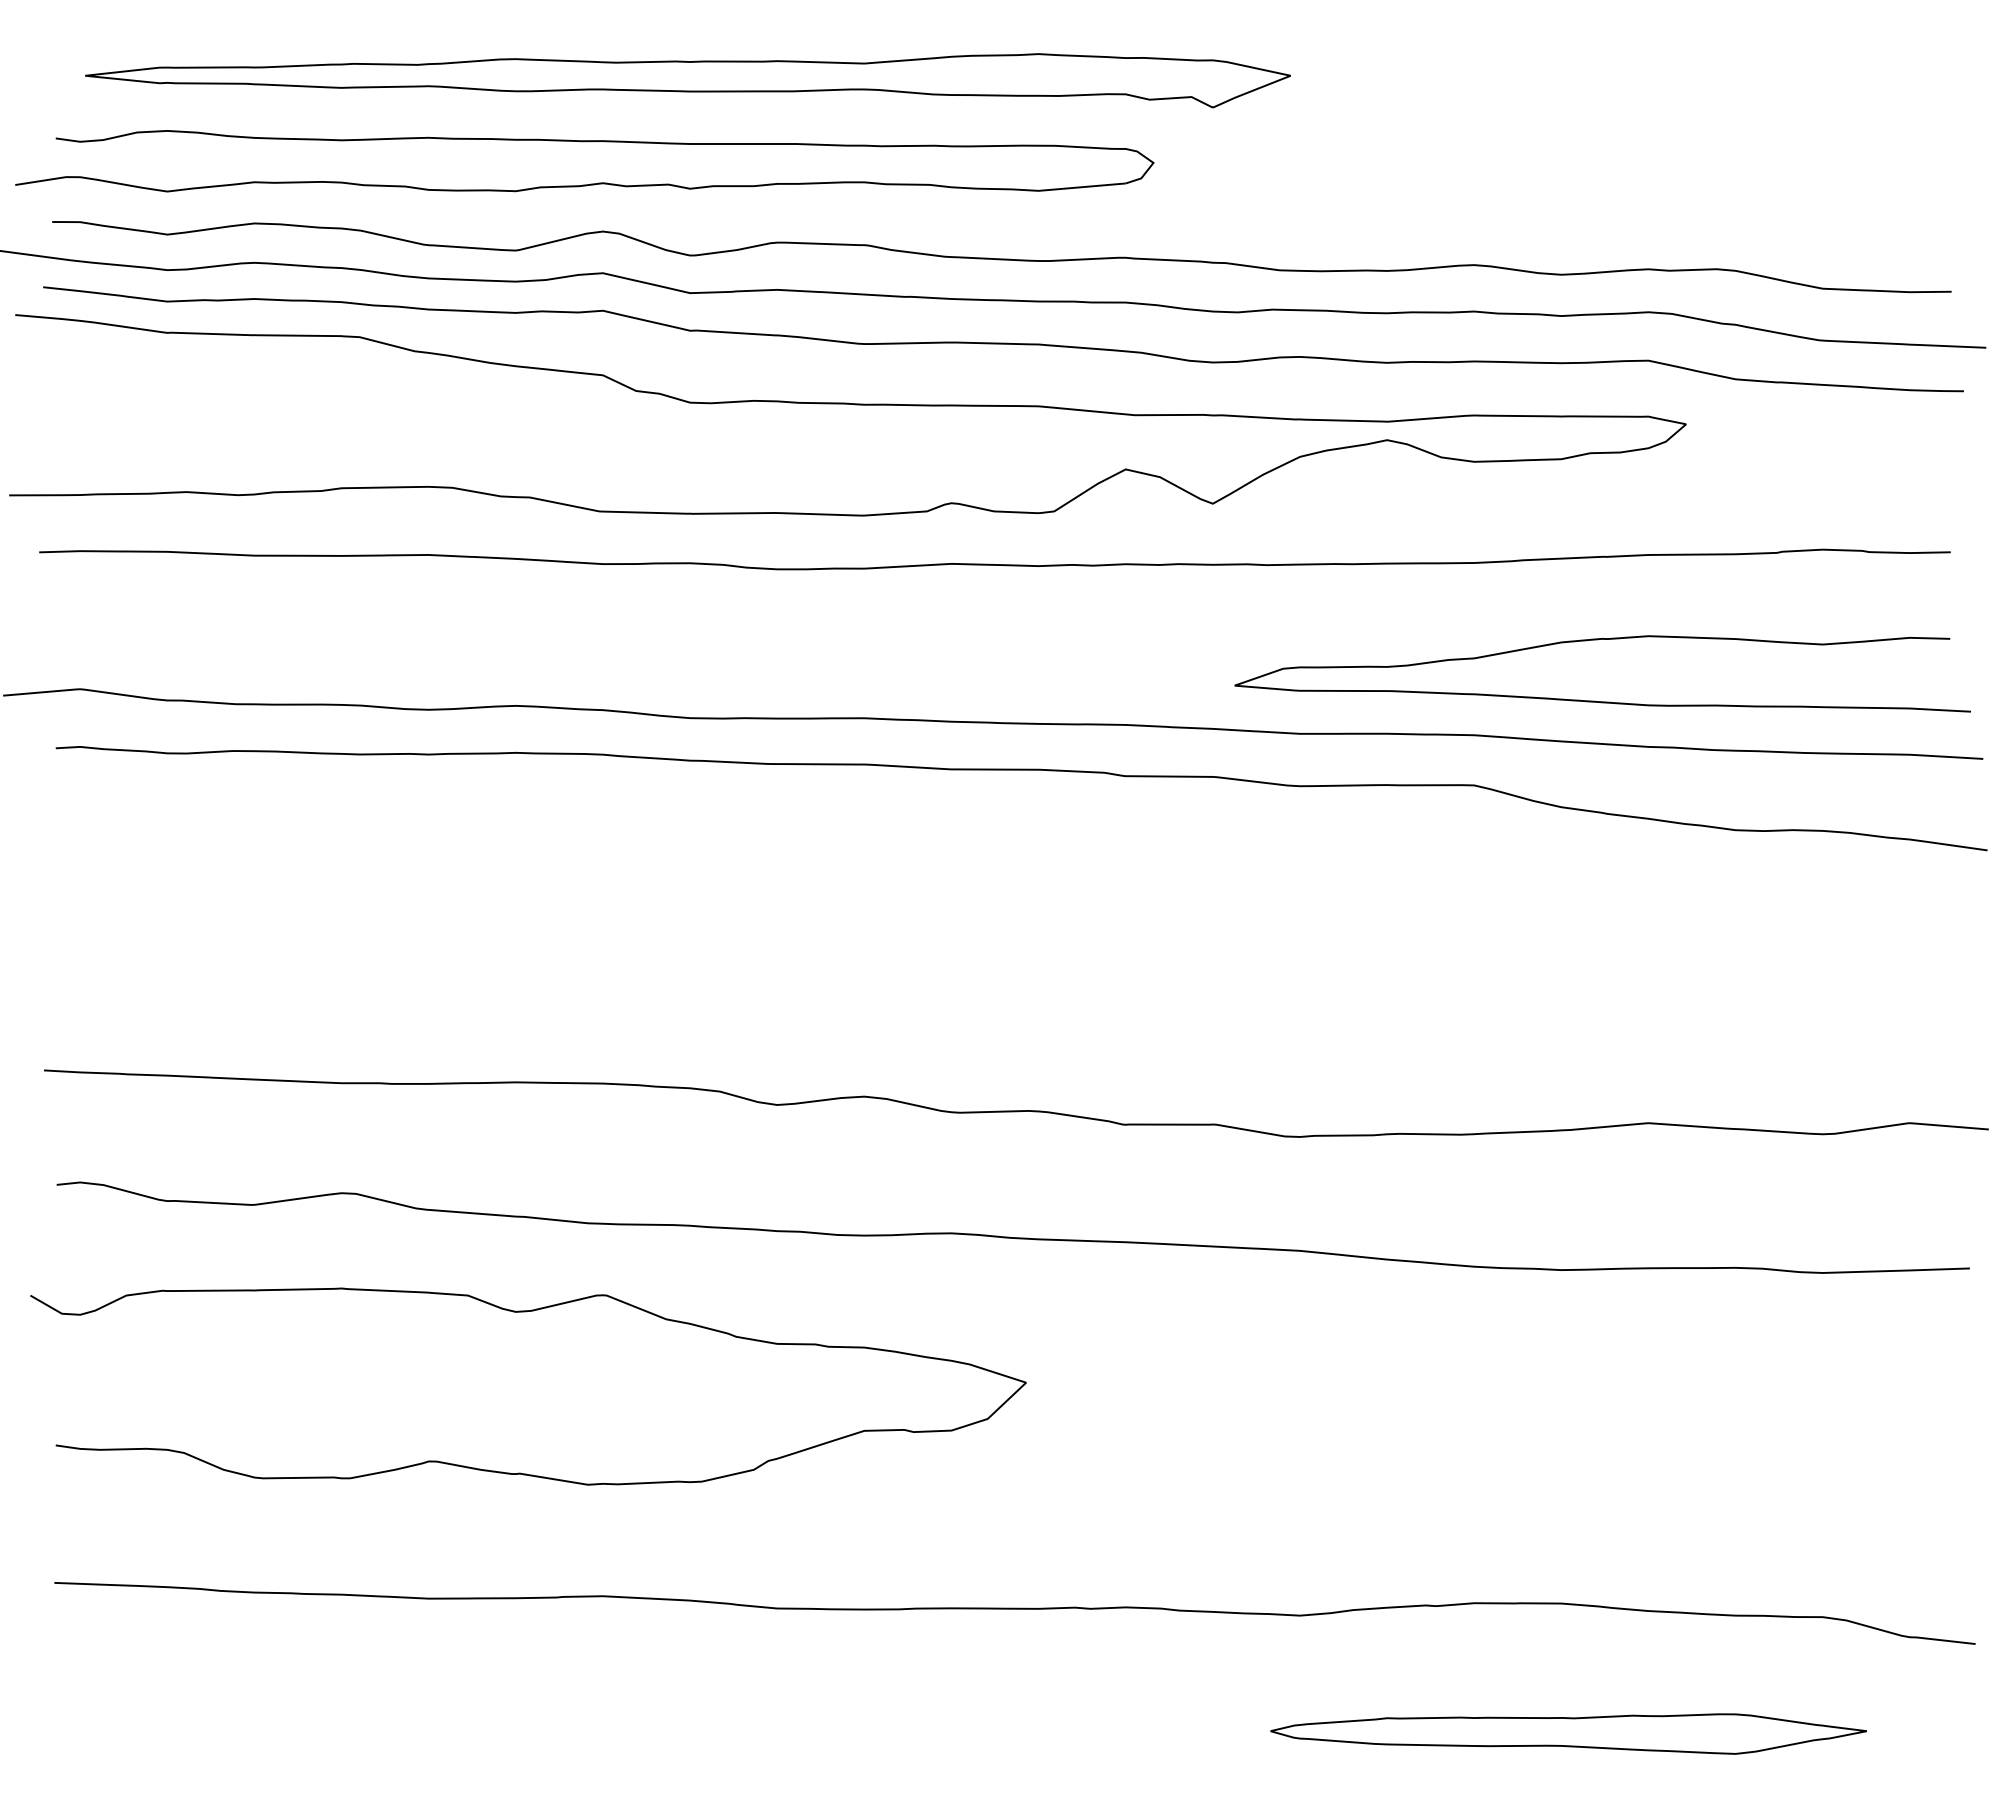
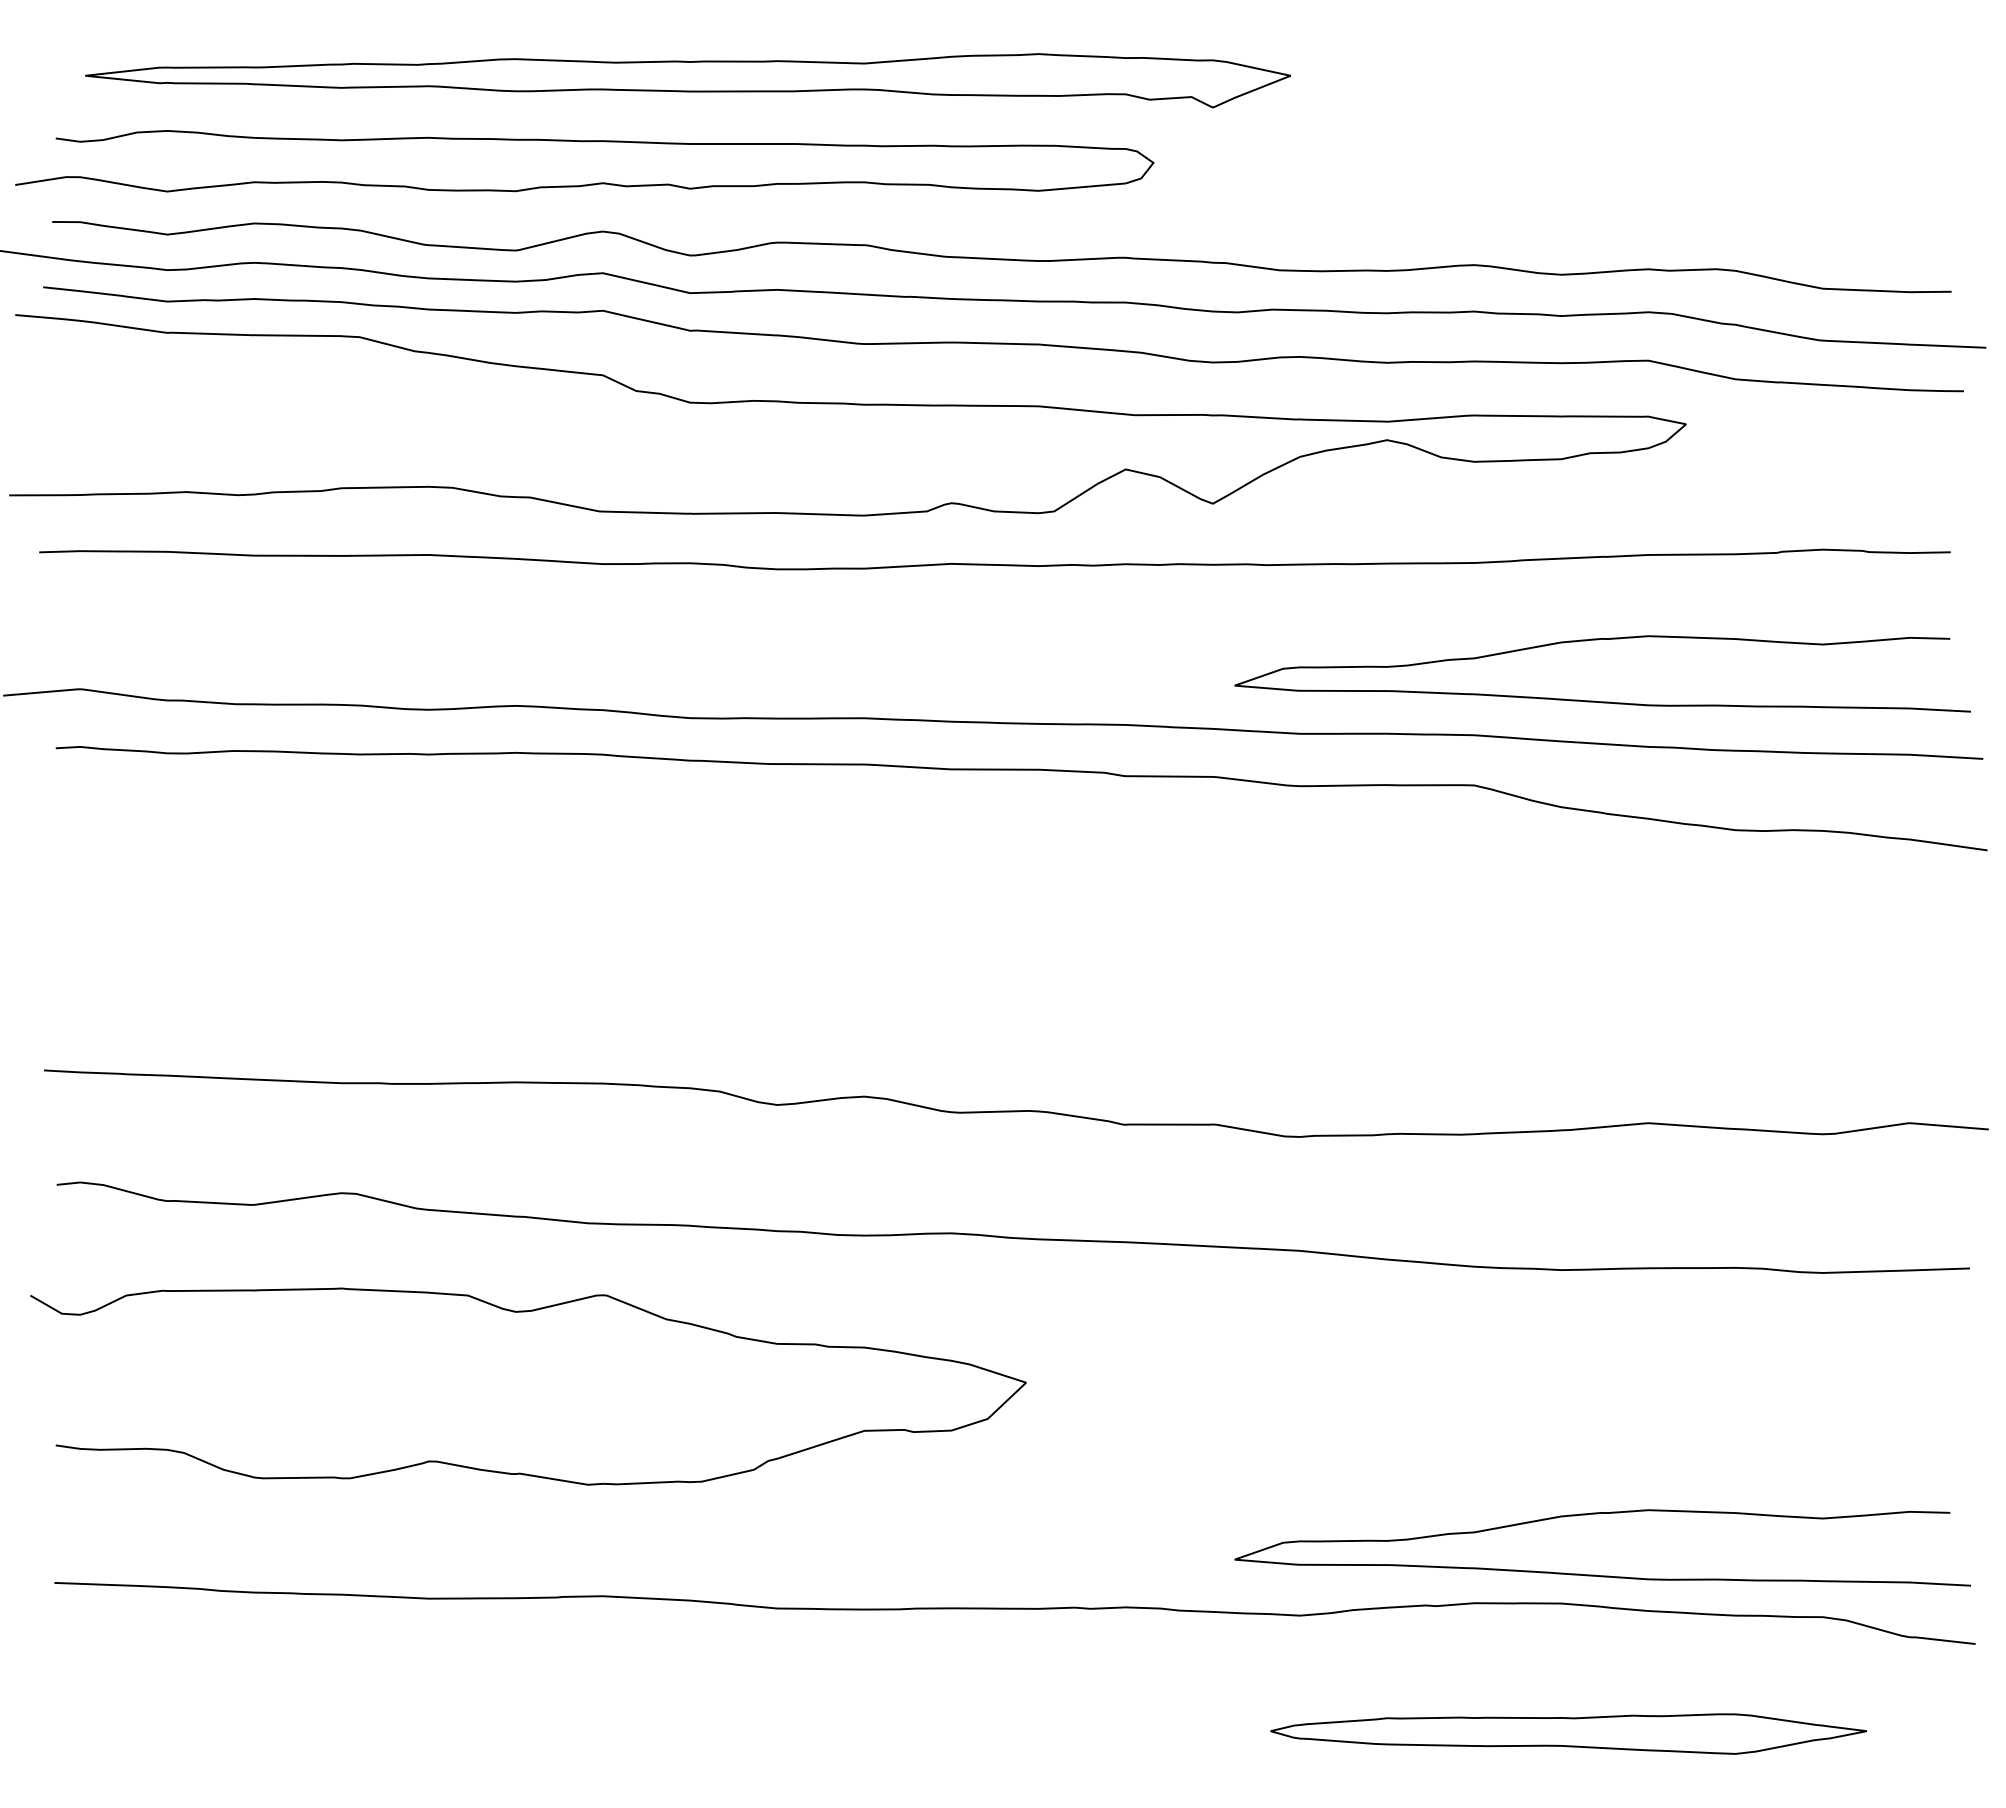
curve at (1595, 1574): none -> present
